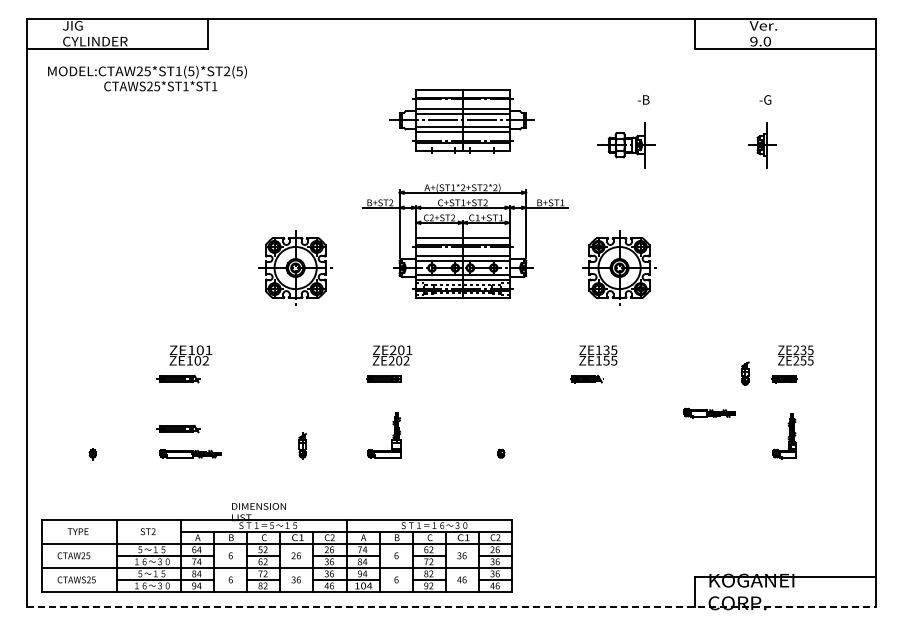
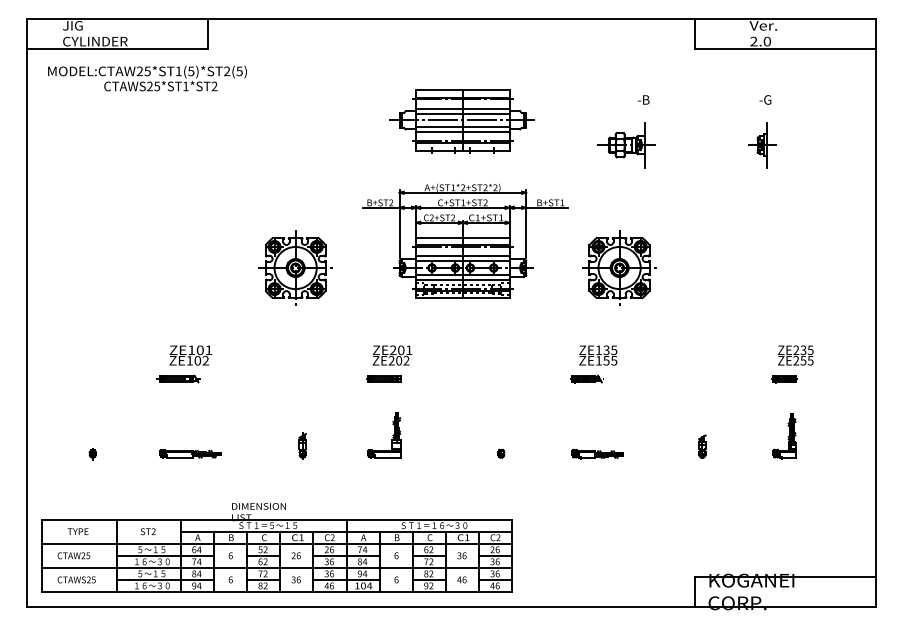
text at (753, 41): 9.0 -> 2.0
text at (214, 85): CTAWS25*ST1*ST1 -> CTAWS25*ST1*ST2
part at (745, 373) position: (745, 373) -> (702, 446)
part at (709, 412) position: (709, 412) -> (597, 453)
part at (178, 428): present -> none
line at (451, 607): dashed -> solid
